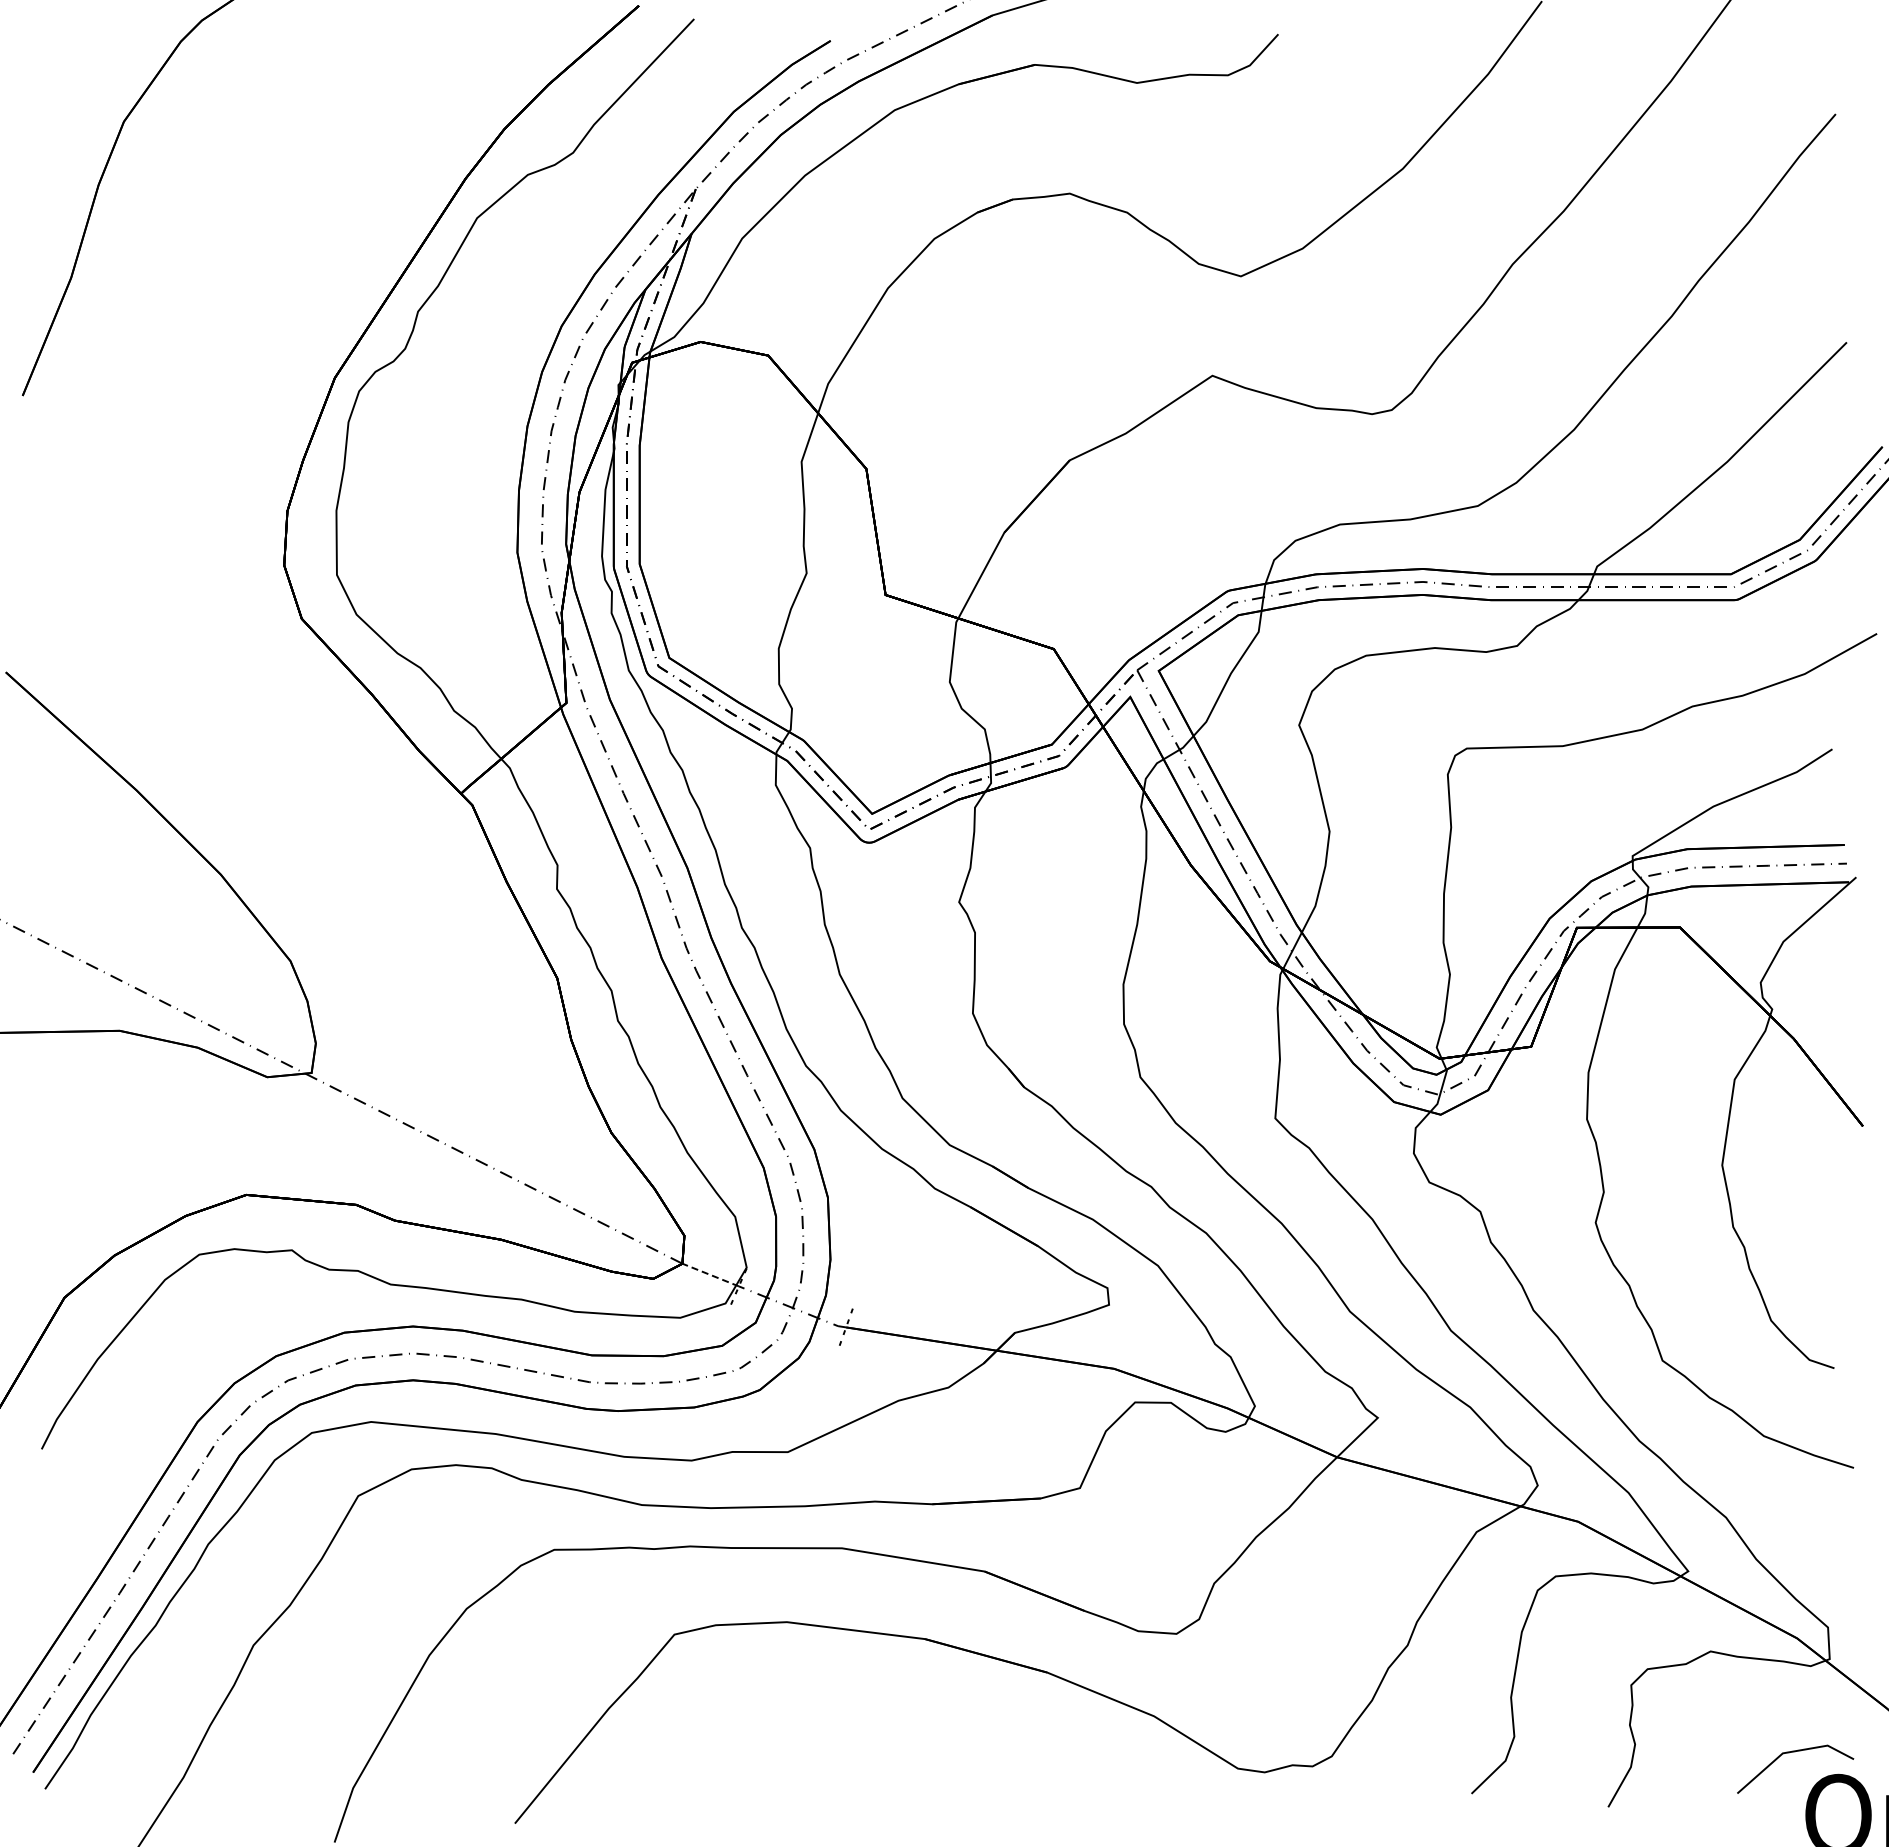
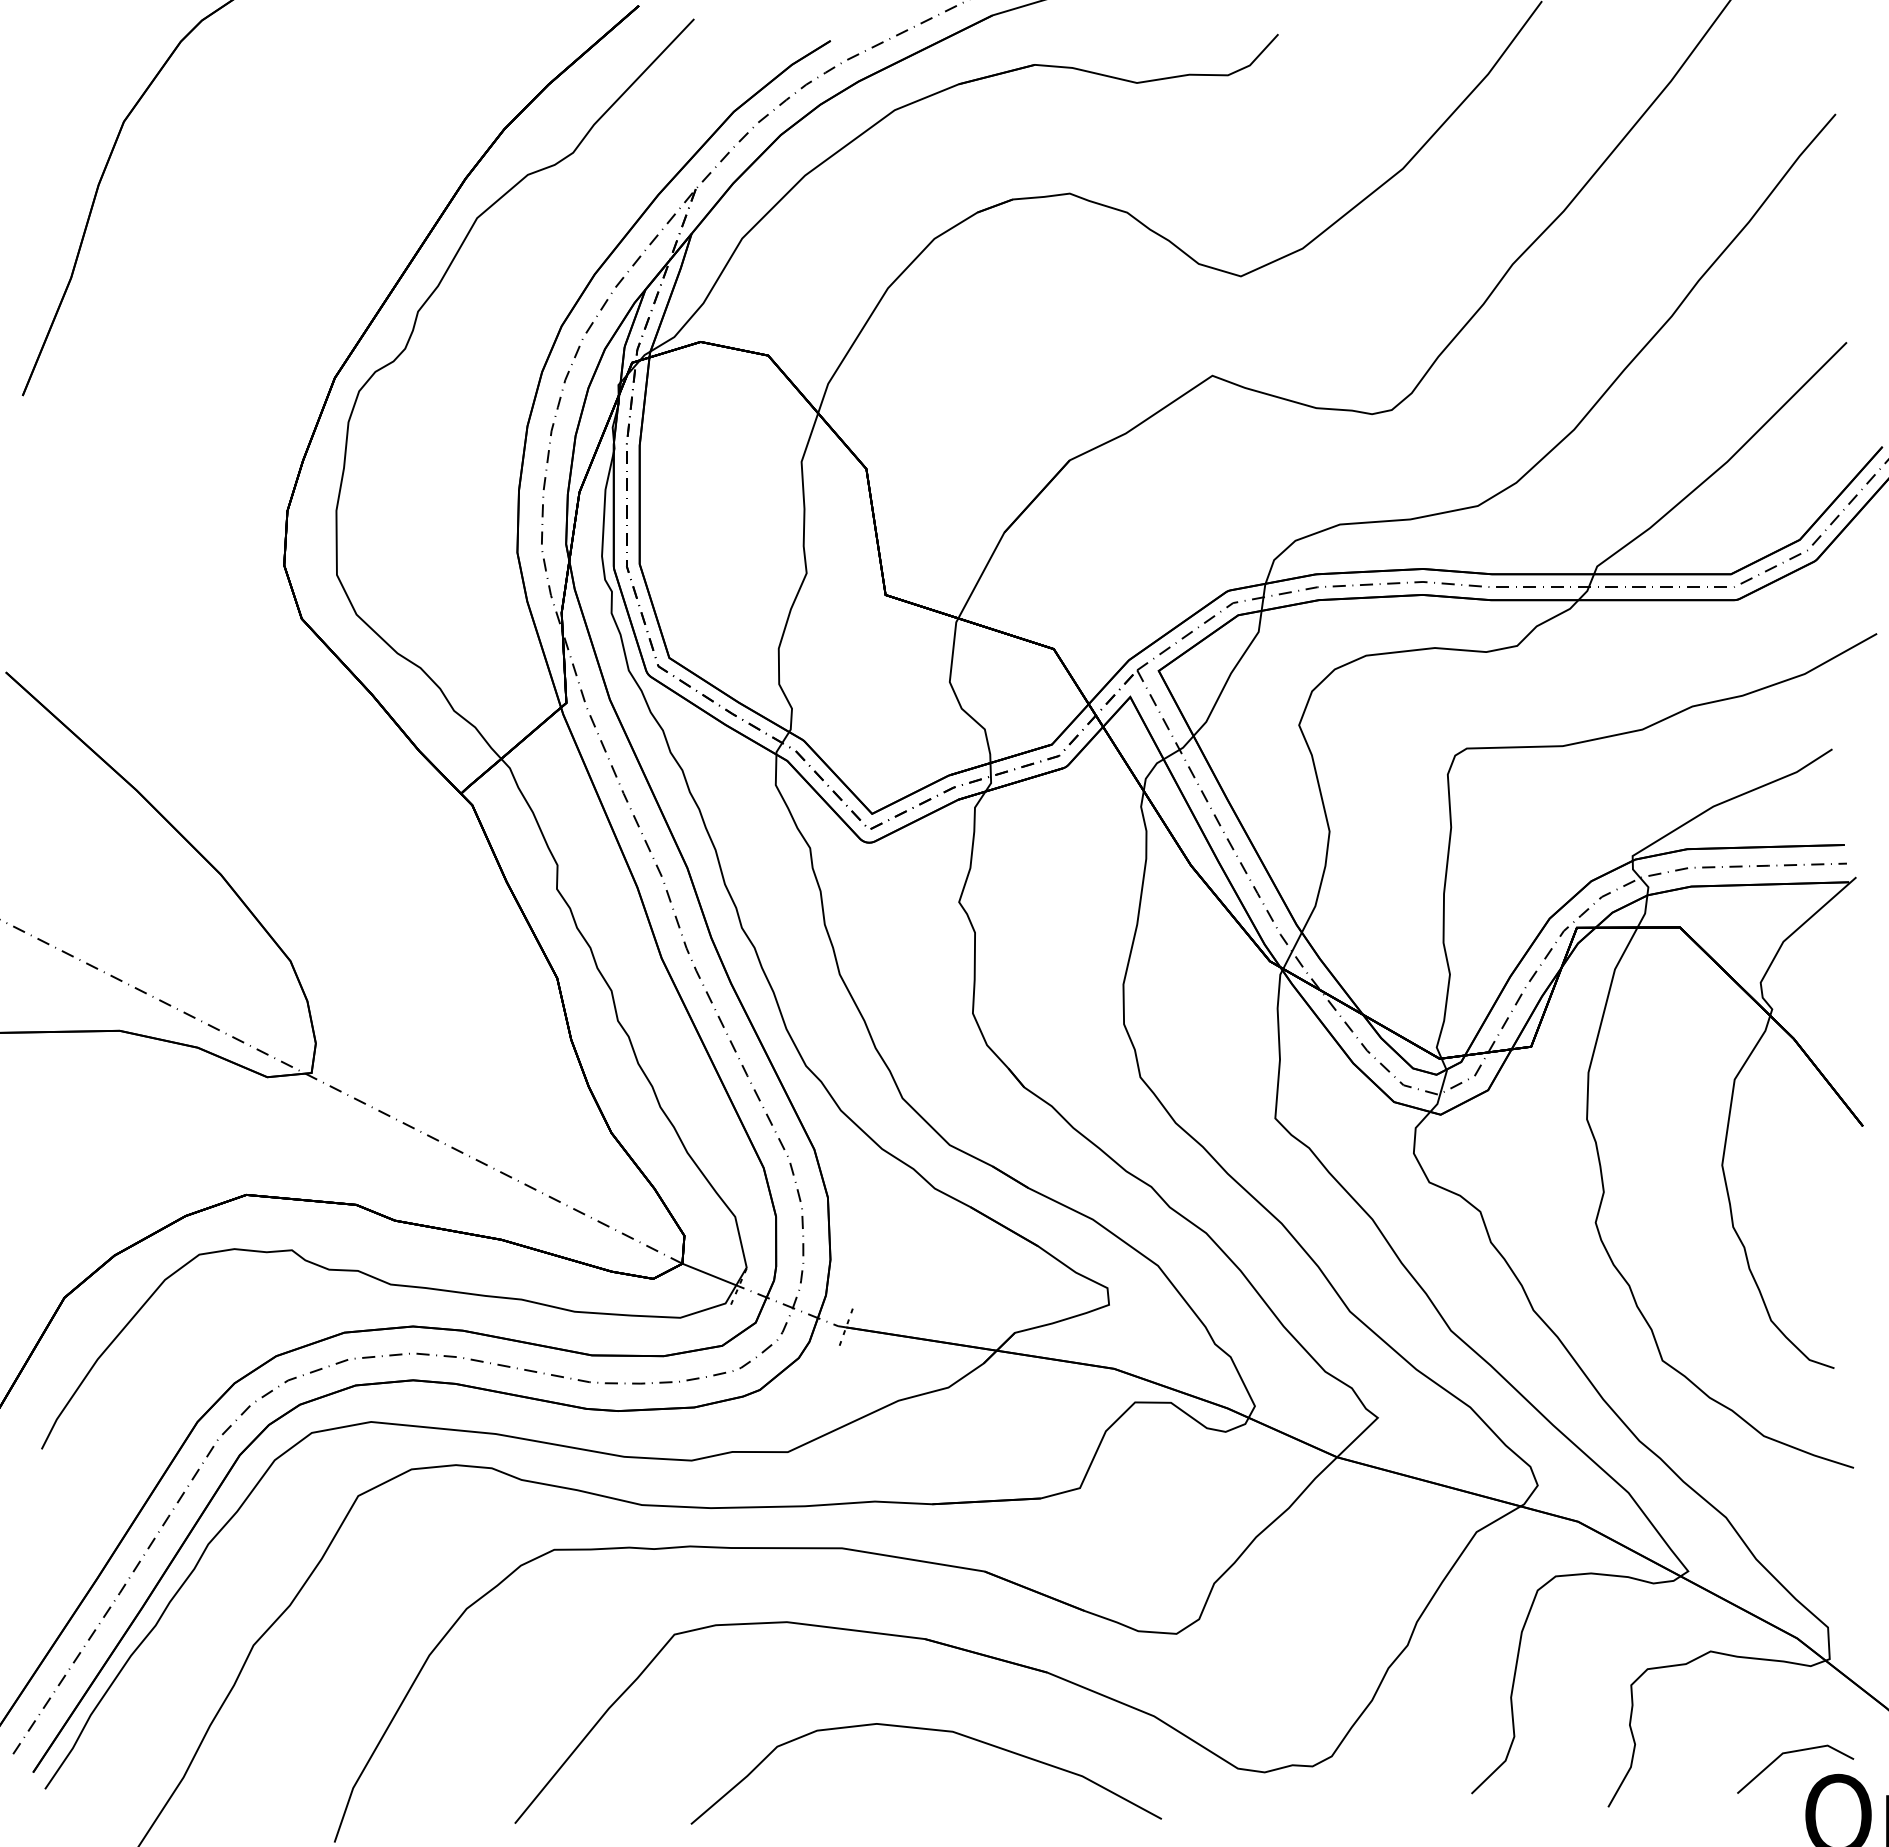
line at (710, 1274): dashed -> solid
curve at (928, 1730): none -> present
